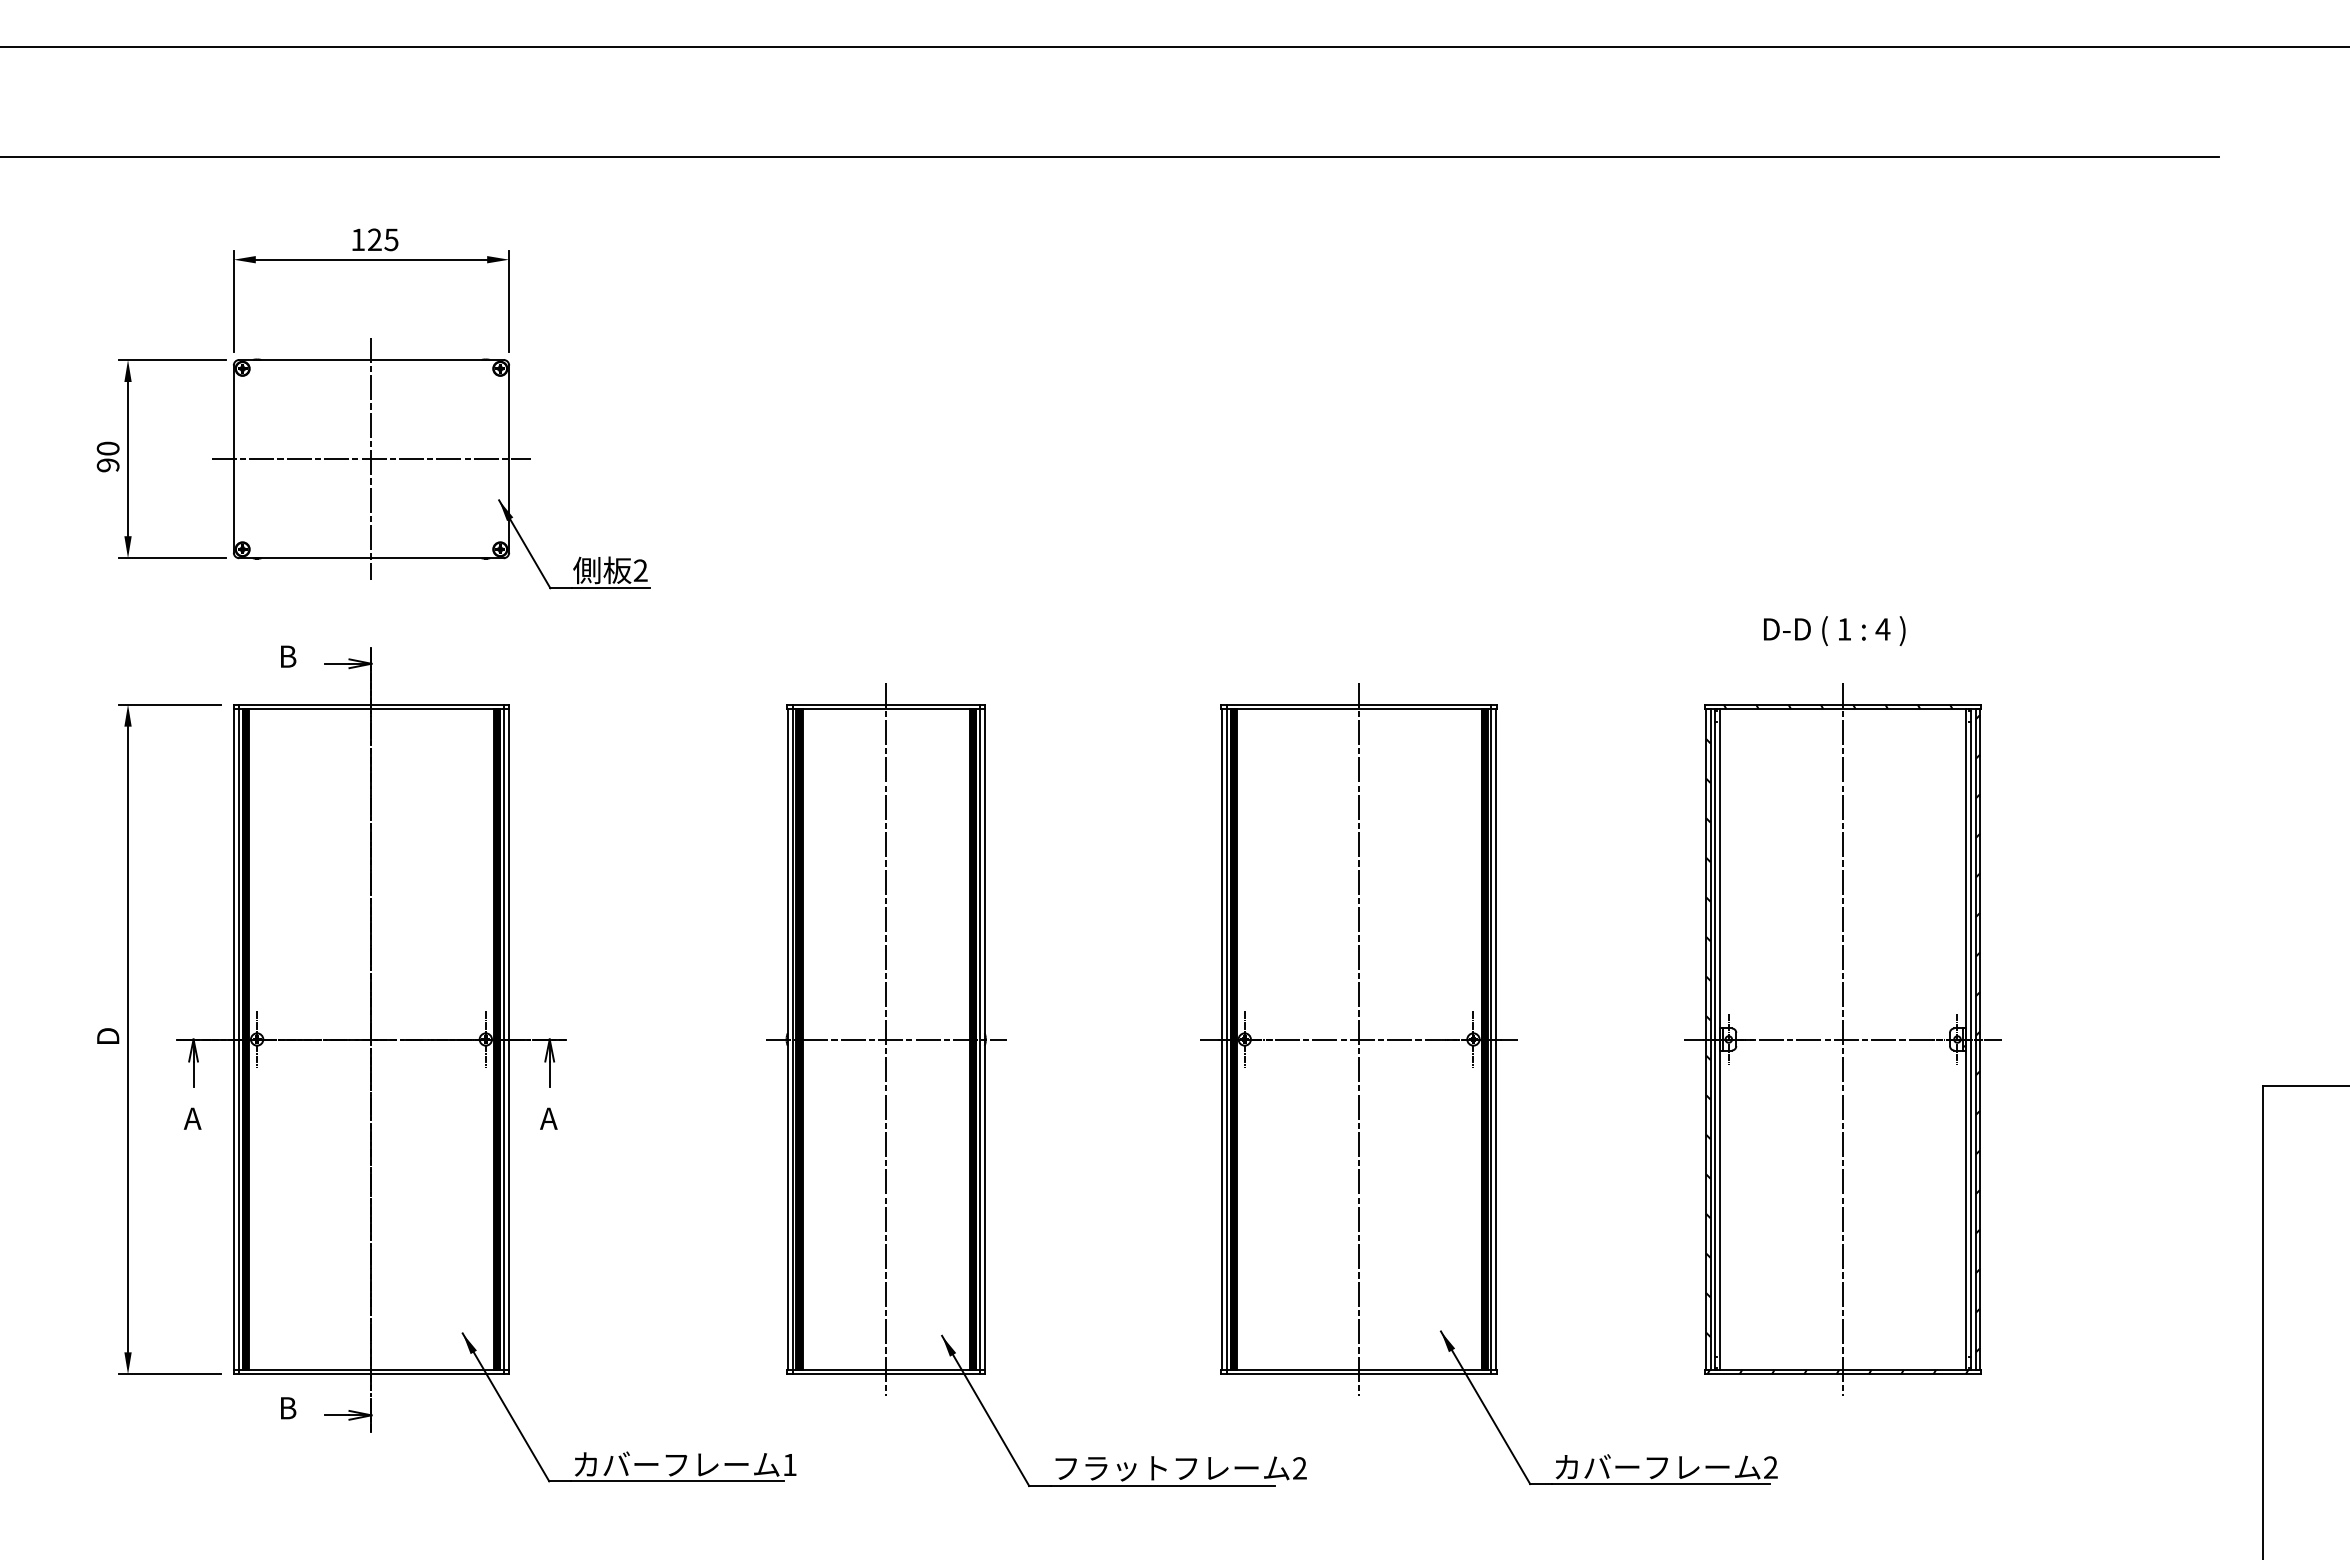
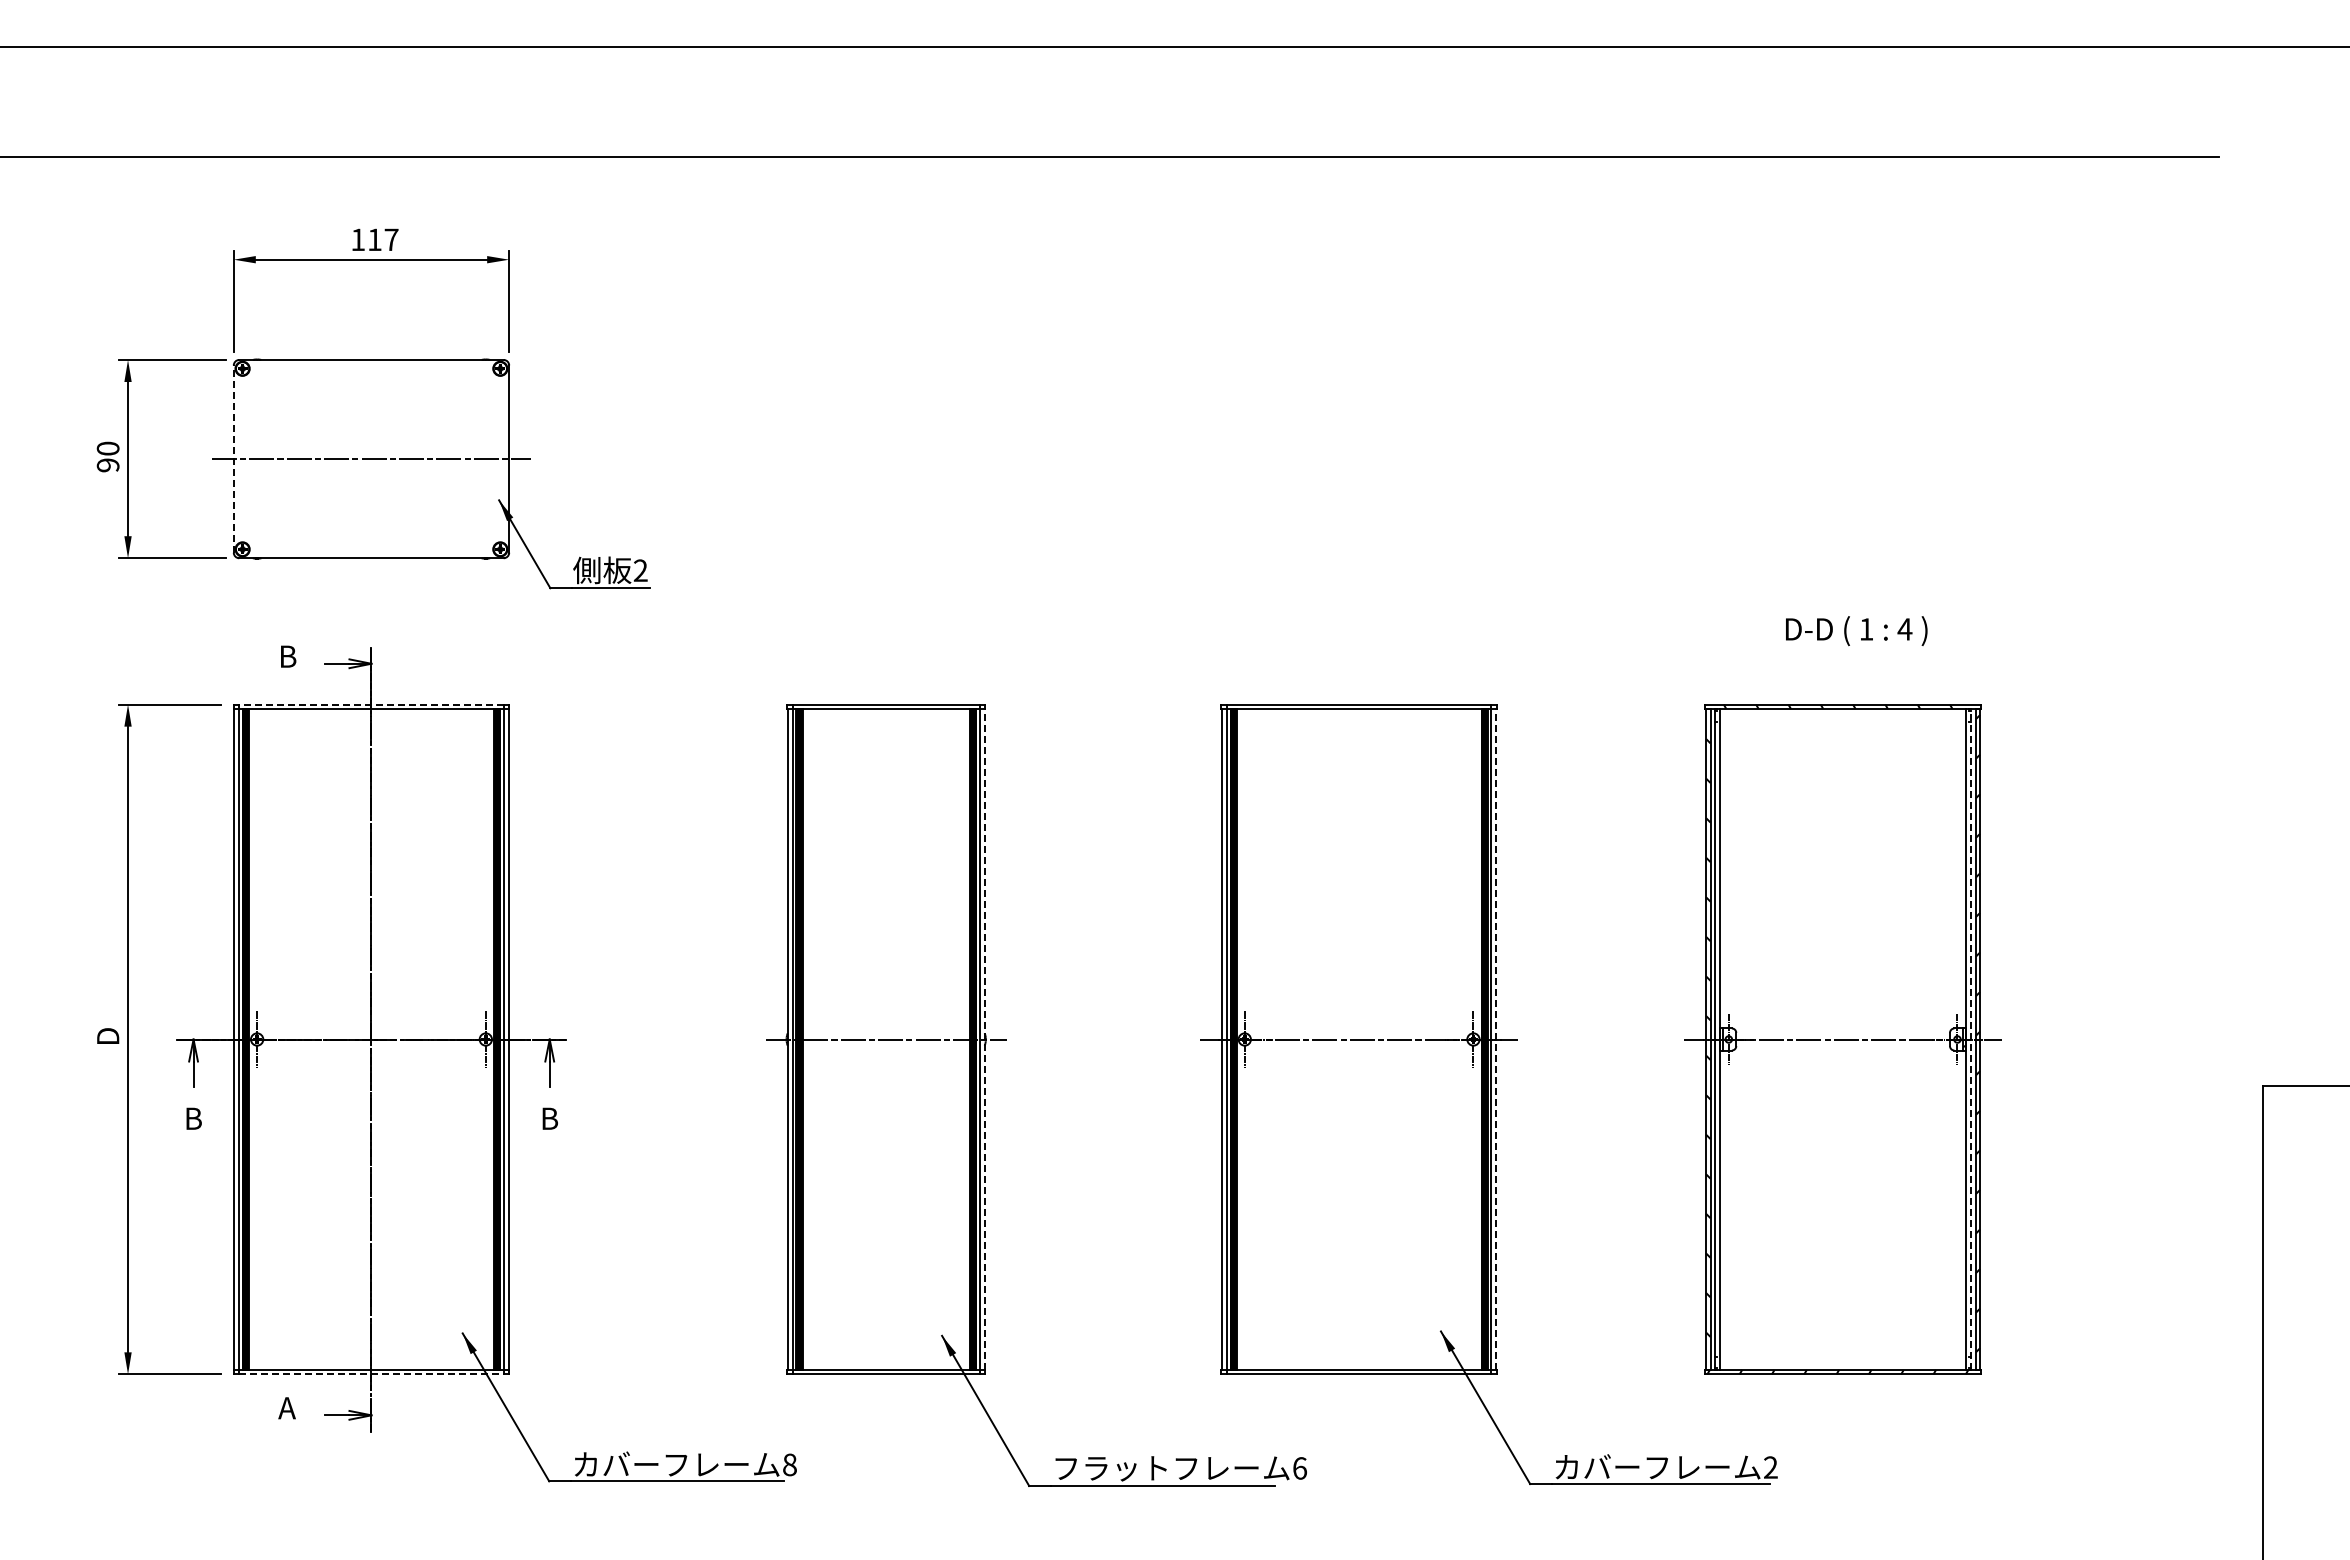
text at (383, 239): 125 -> 117
line at (371, 458): present -> none
line at (233, 459): solid -> dashed
text at (1834, 631) position: (1834, 631) -> (1856, 631)
line at (370, 704): solid -> dashed
line at (886, 1039): present -> none
line at (984, 1039): solid -> dashed
line at (1359, 1039): present -> none
line at (1496, 1039): solid -> dashed
line at (1843, 1039): present -> none
line at (1970, 1039): solid -> dashed
text at (192, 1118): A -> B
text at (549, 1118): A -> B
line at (371, 1374): solid -> dashed
text at (287, 1408): B -> A
text at (789, 1464): 1 -> 8
text at (1299, 1468): 2 -> 6
